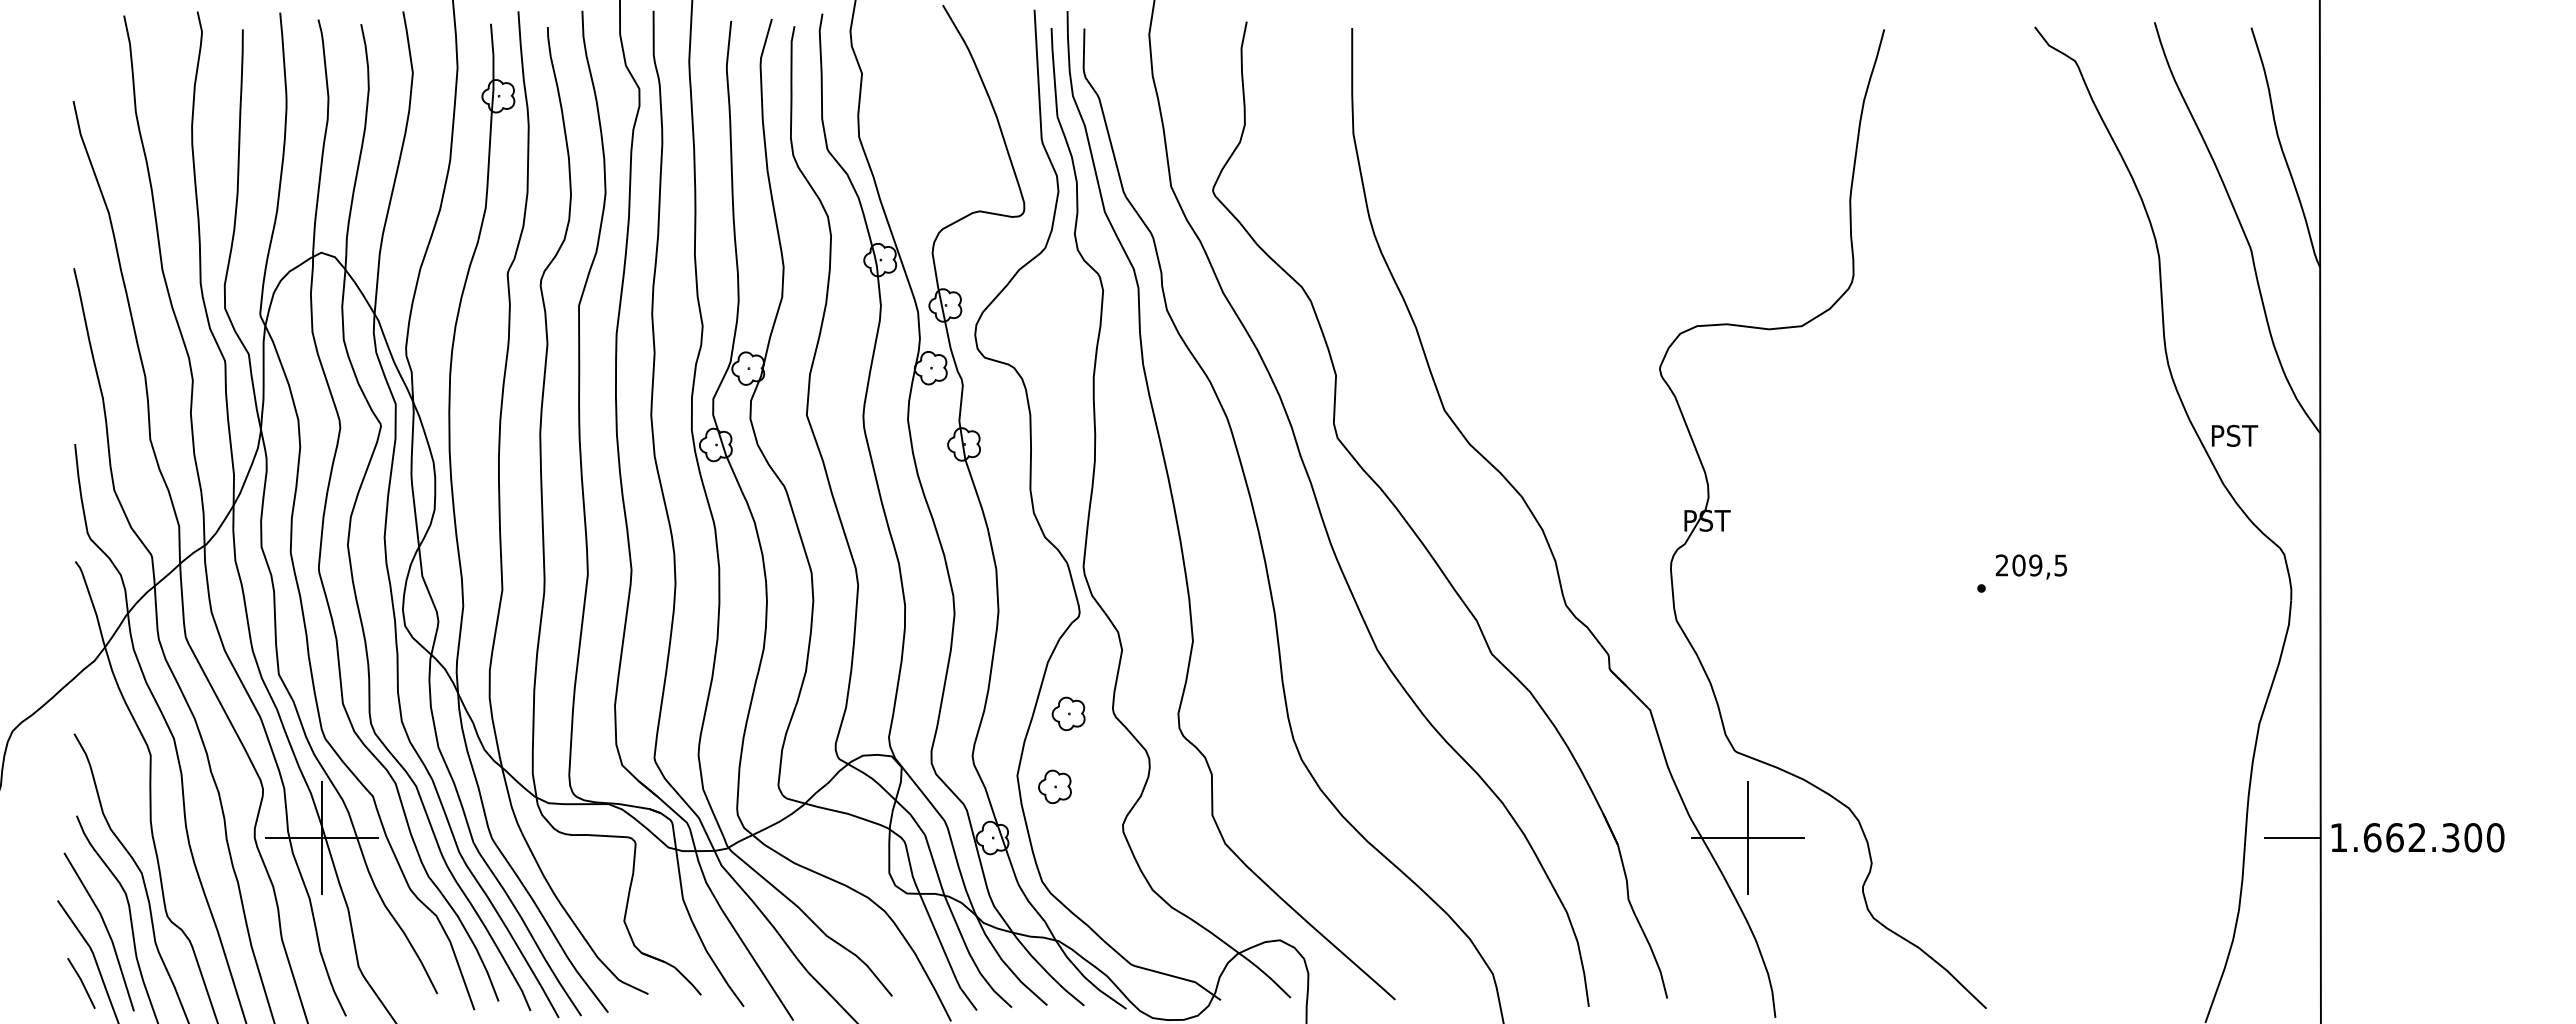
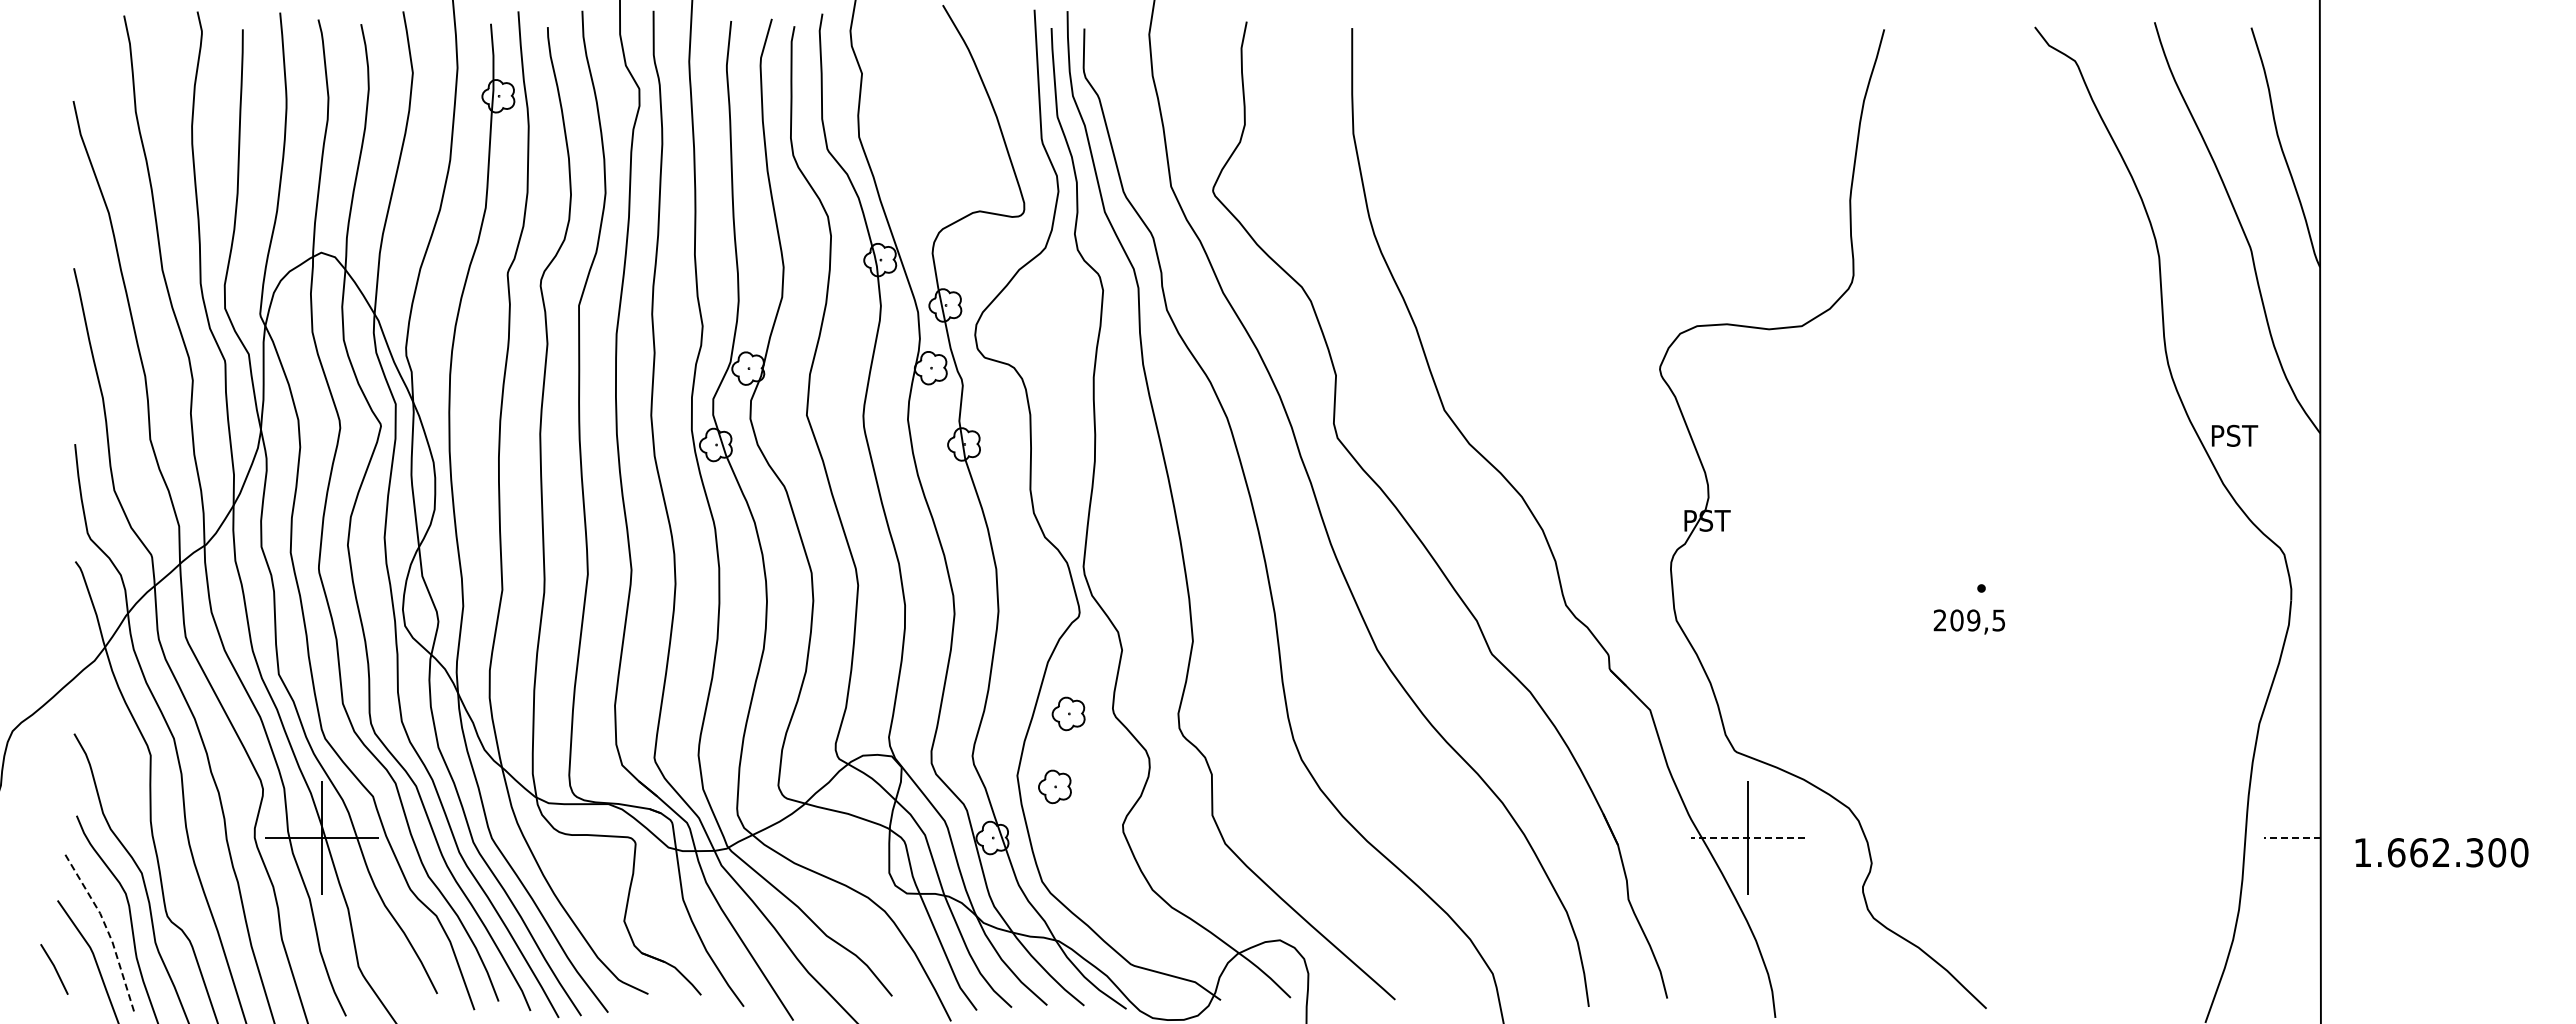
text at (2030, 566) position: (2030, 566) -> (1968, 621)
line at (1747, 837): solid -> dashed
line at (2292, 837): solid -> dashed
text at (2417, 837) position: (2417, 837) -> (2441, 852)
line at (106, 928): solid -> dashed
line at (81, 983) position: (81, 983) -> (54, 969)
